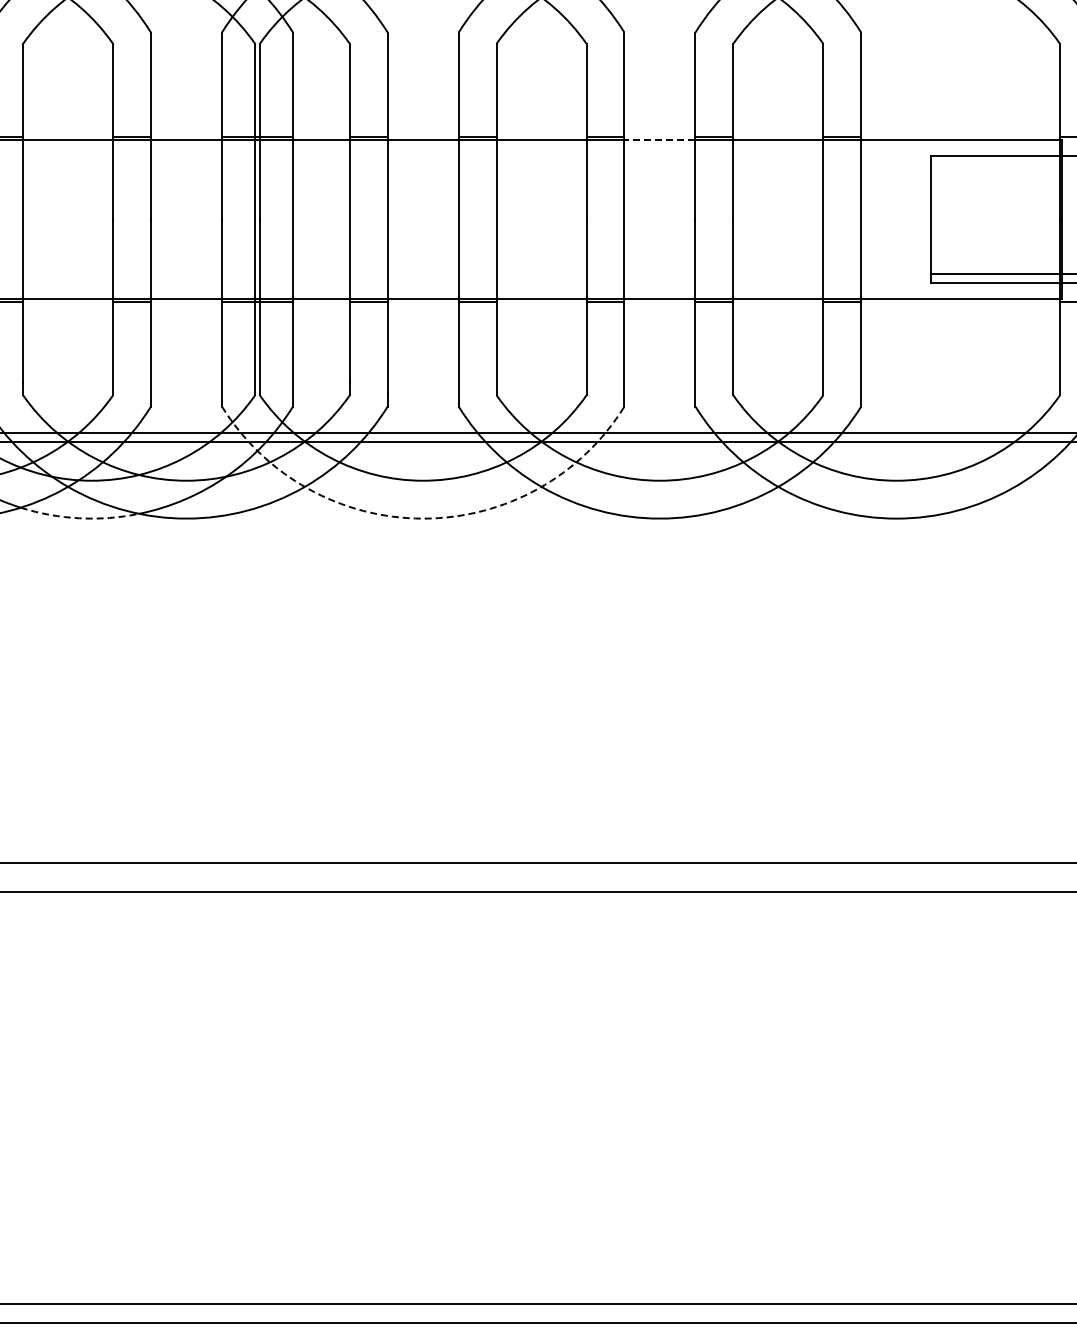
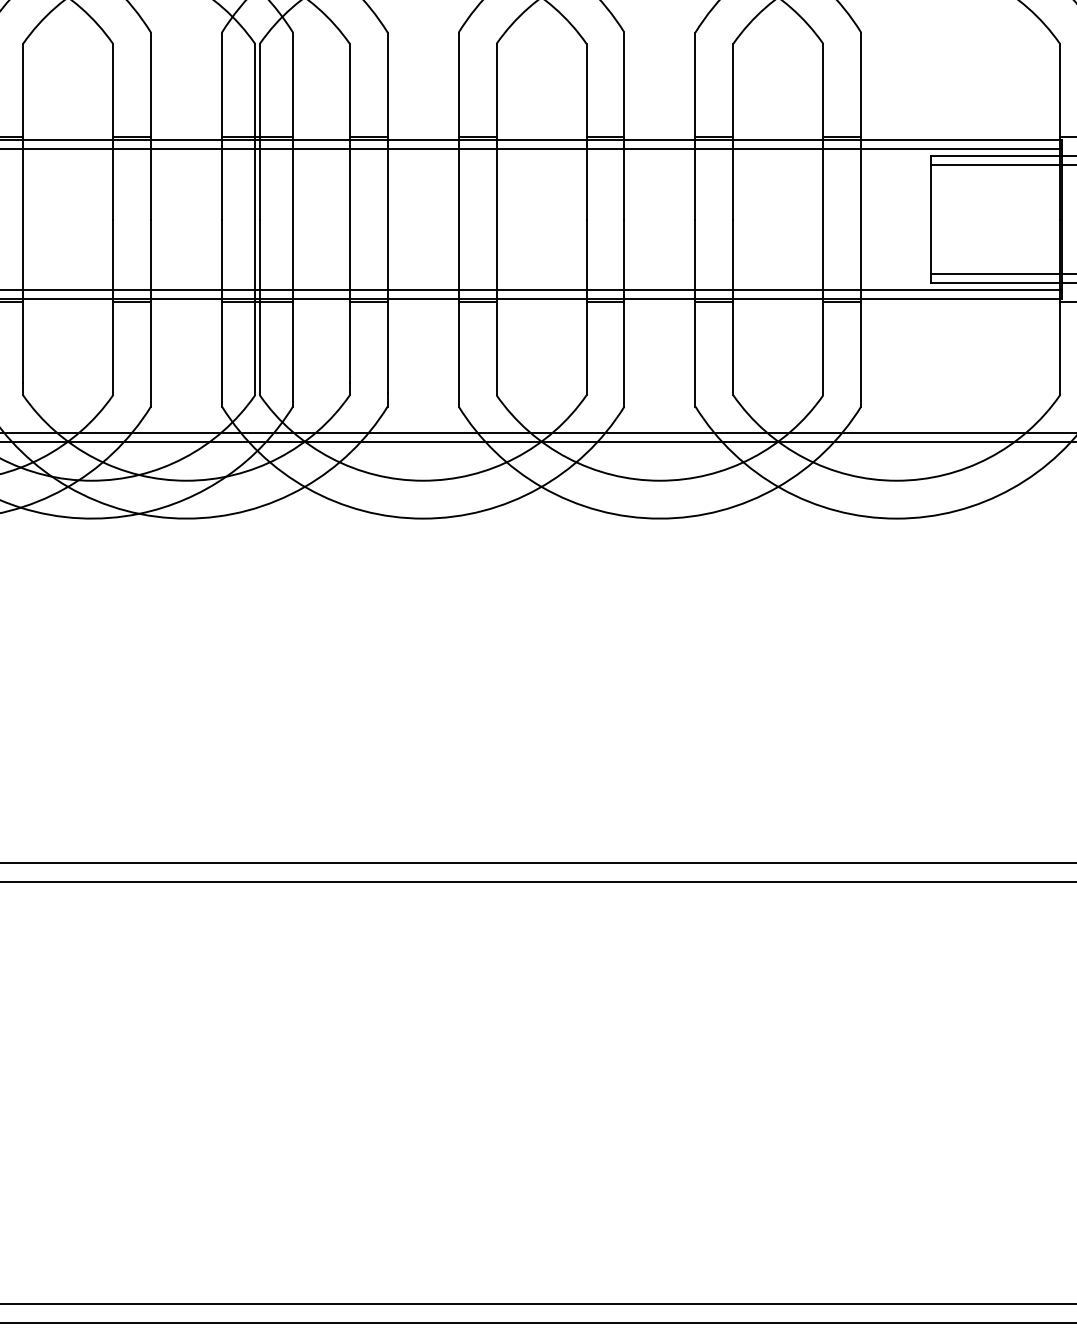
line at (659, 139): dashed -> solid
line at (531, 149): none -> present
line at (1001, 165): none -> present
line at (531, 289): none -> present
arc at (79, 518): dashed -> solid
arc at (423, 518): dashed -> solid
line at (537, 892) position: (537, 892) -> (537, 882)
